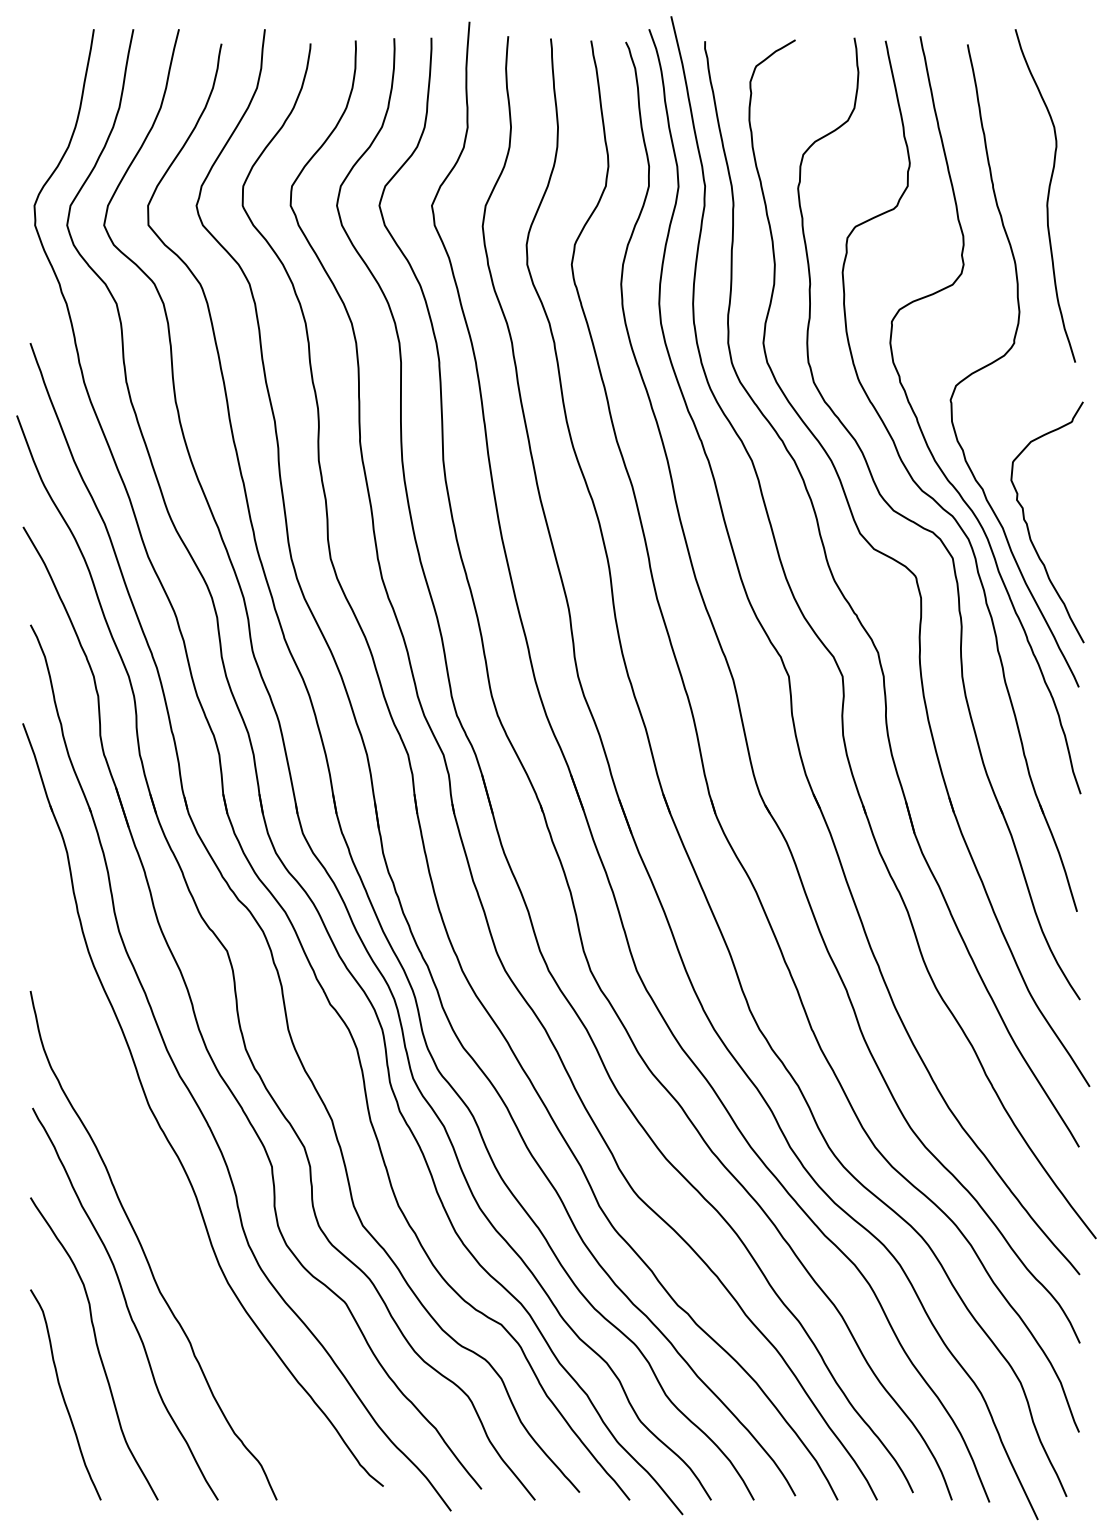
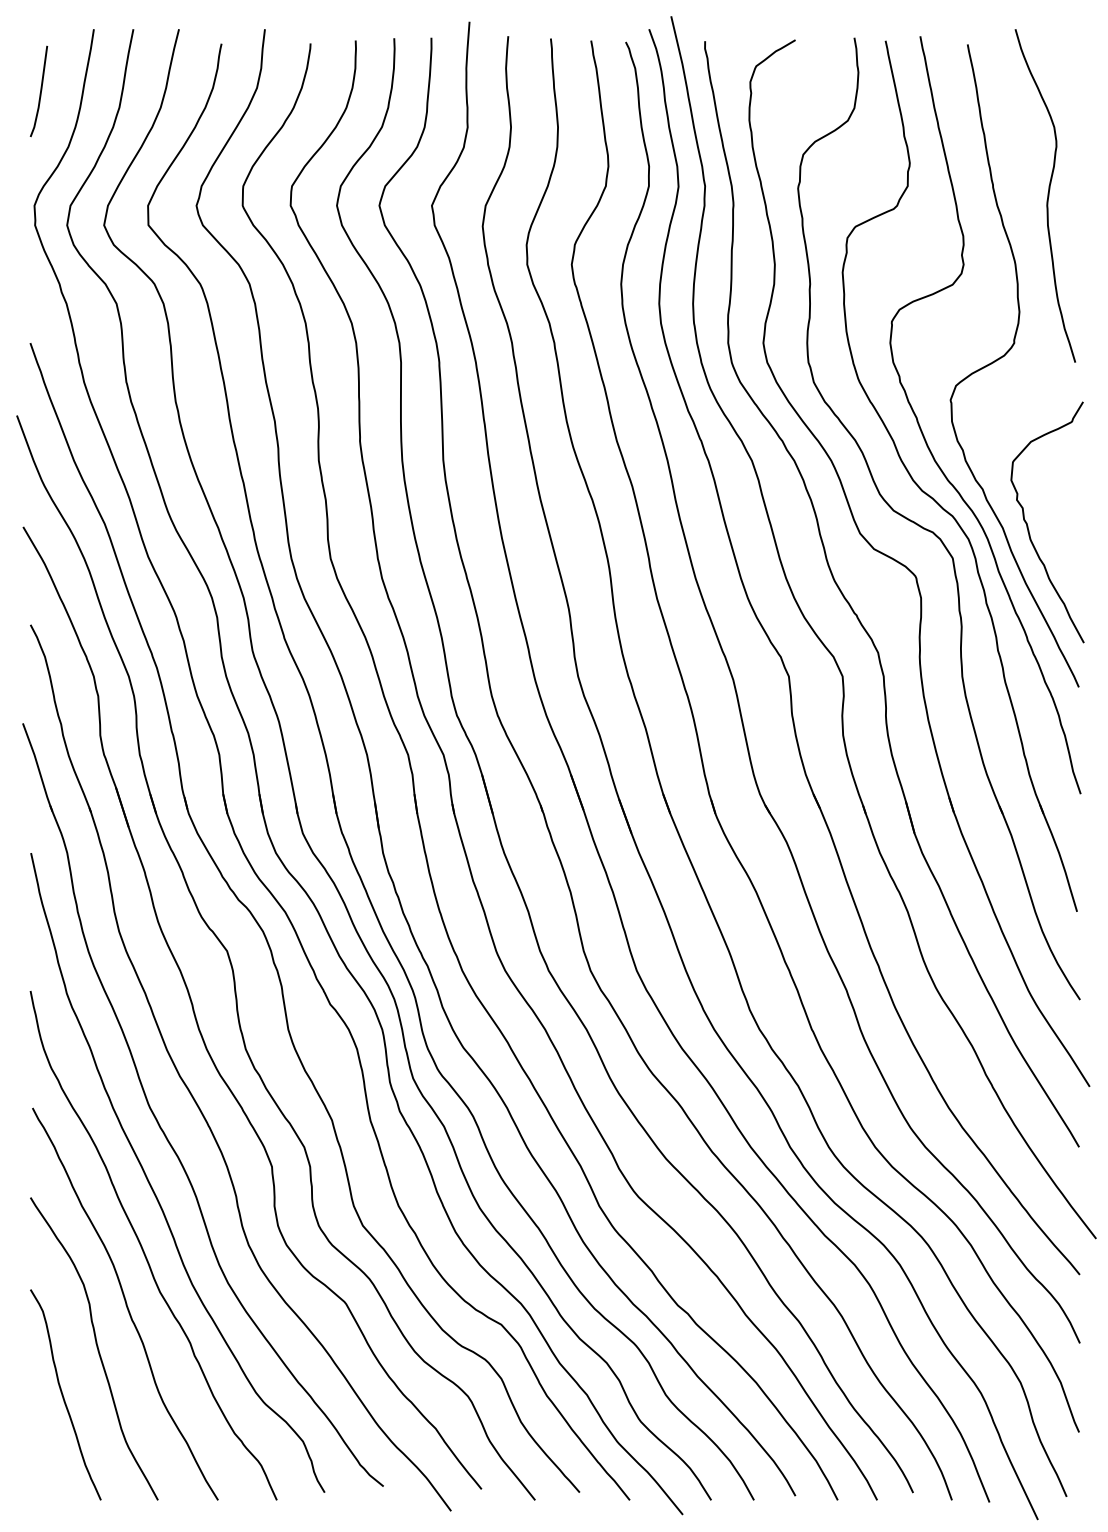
line at (40, 91): none -> present
curve at (151, 1185): none -> present
